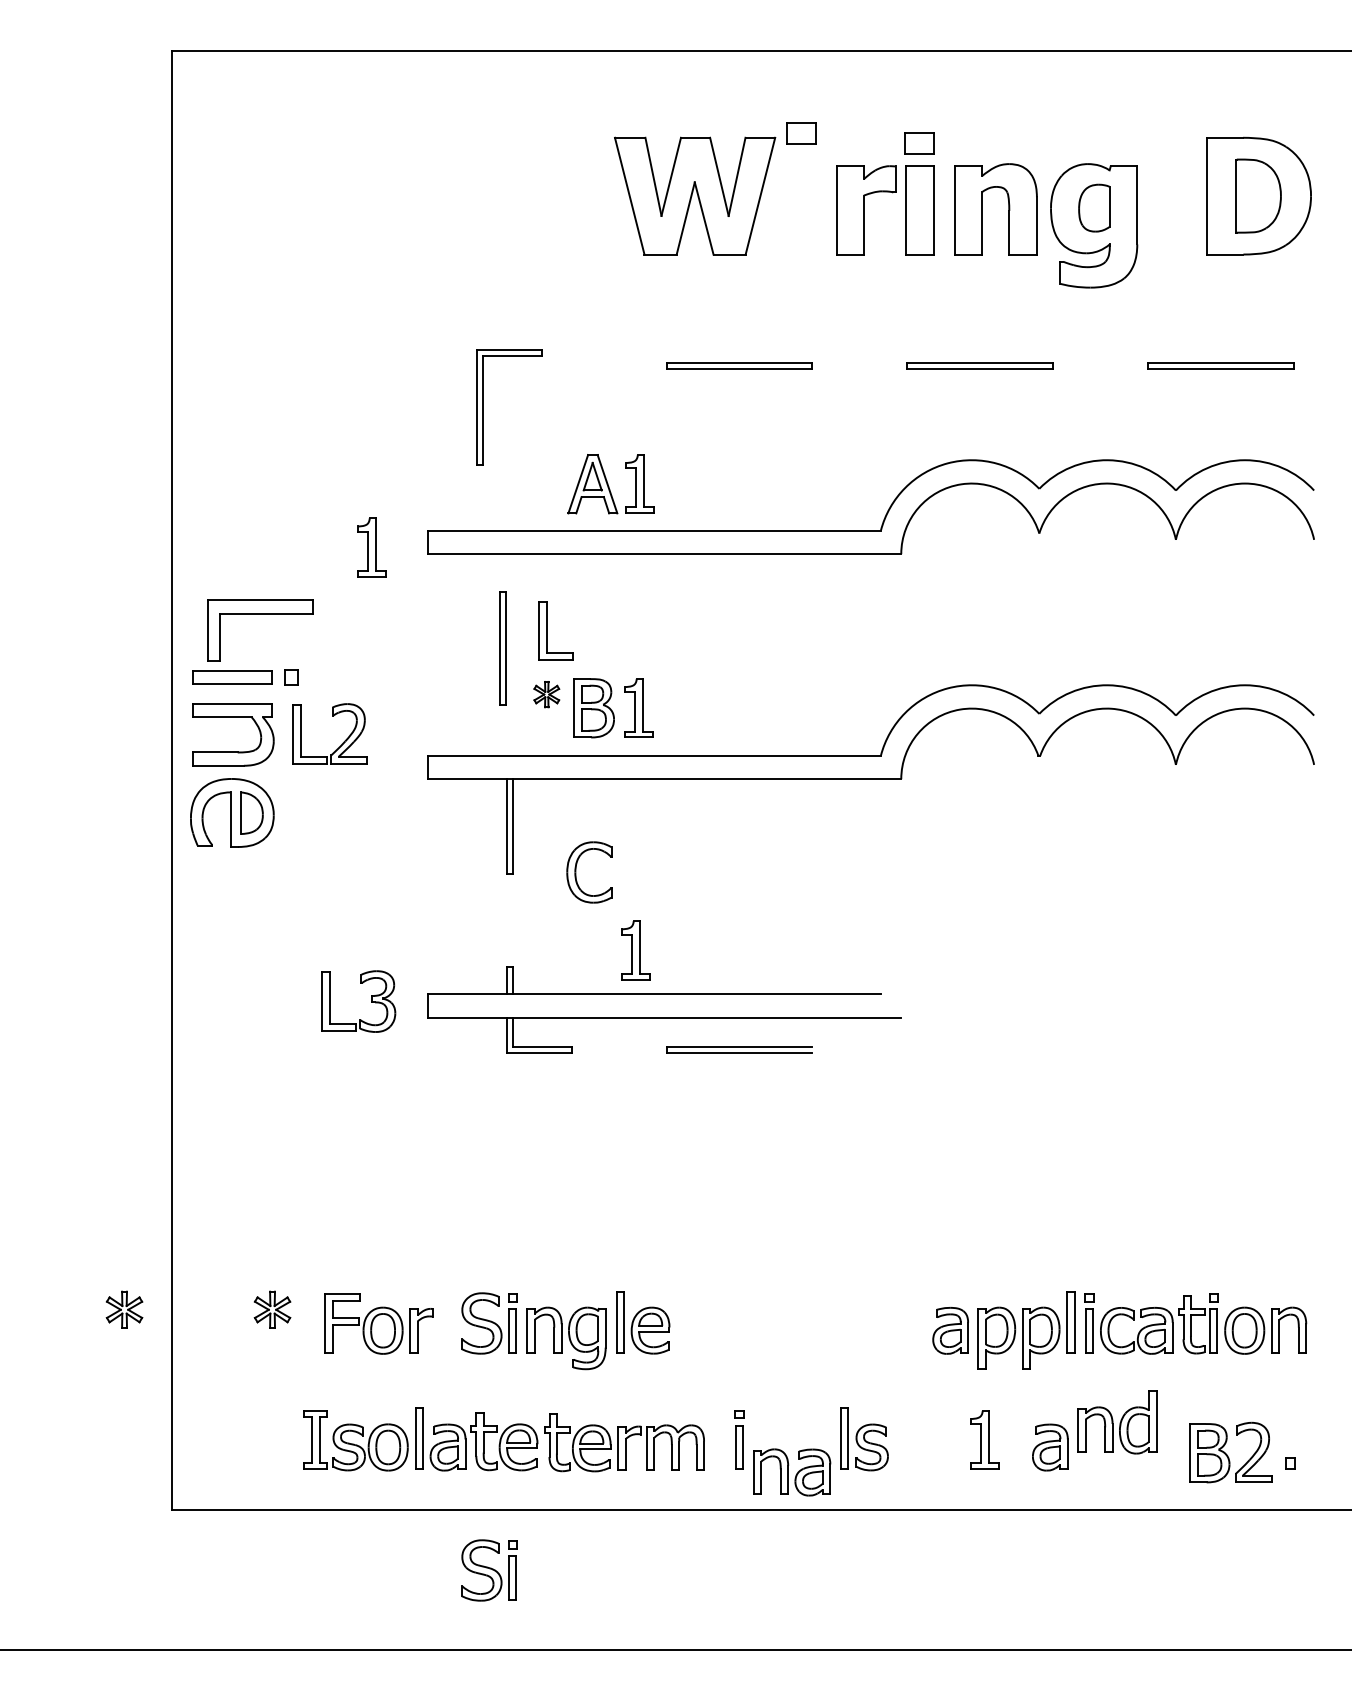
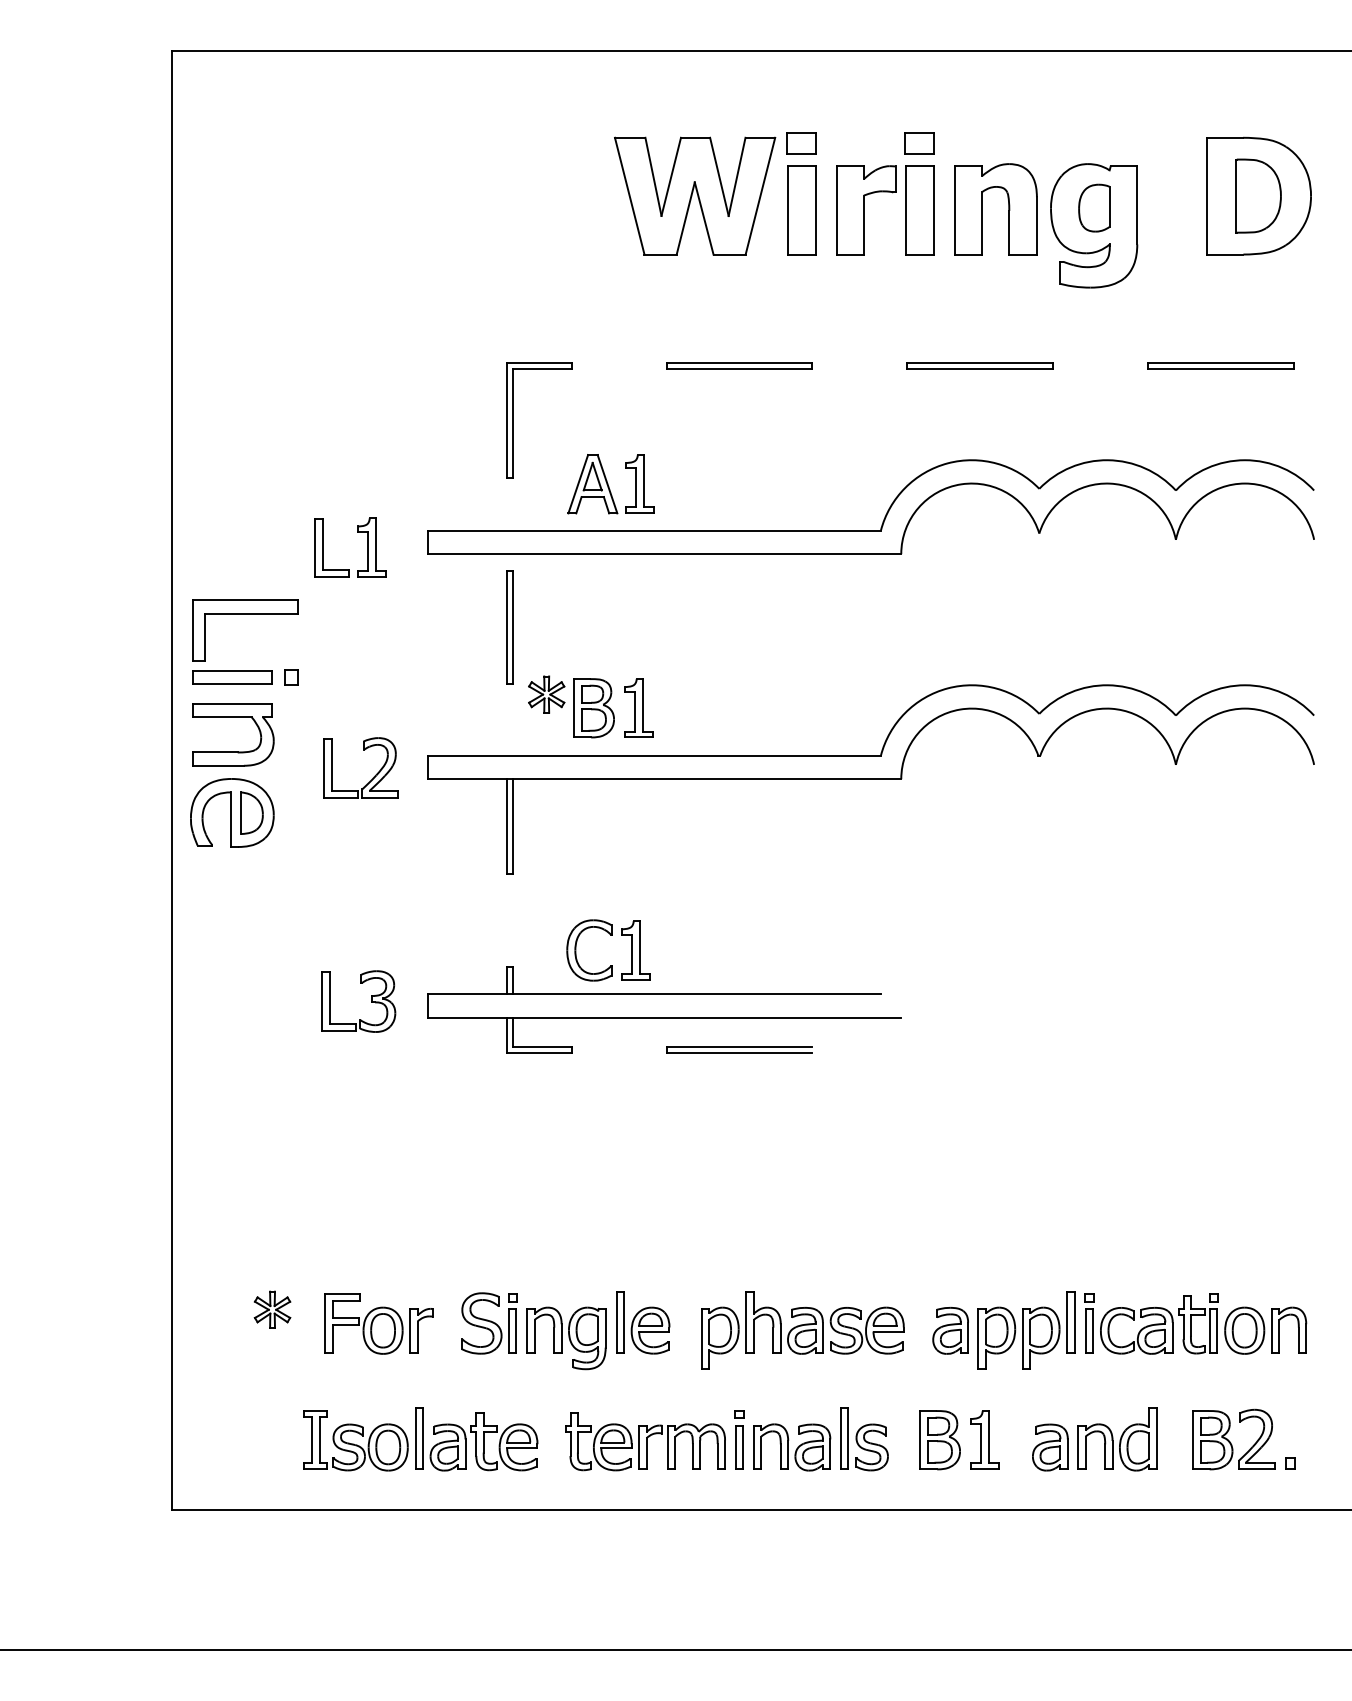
part at (801, 133) position: (801, 133) -> (801, 143)
part at (801, 210): none -> present
part at (483, 407) position: (483, 407) -> (513, 420)
part at (260, 614) position: (260, 614) -> (245, 614)
part at (547, 630) position: (547, 630) -> (323, 547)
part at (502, 648) position: (502, 648) -> (509, 627)
part at (546, 694) size: 28x28 px -> 38x39 px
part at (342, 742) position: (342, 742) -> (373, 776)
part at (576, 872) position: (576, 872) -> (576, 950)
part at (124, 1309): present -> none
part at (802, 1330): none -> present
part at (1117, 1422) position: (1117, 1422) -> (1117, 1439)
part at (939, 1440): none -> present
part at (624, 1442) position: (624, 1442) -> (645, 1441)
part at (1230, 1452) position: (1230, 1452) -> (1233, 1439)
part at (792, 1472) position: (792, 1472) -> (792, 1447)
part at (489, 1570): present -> none
